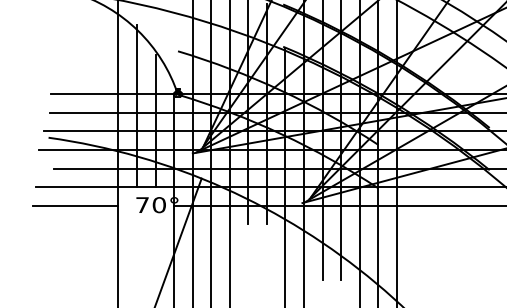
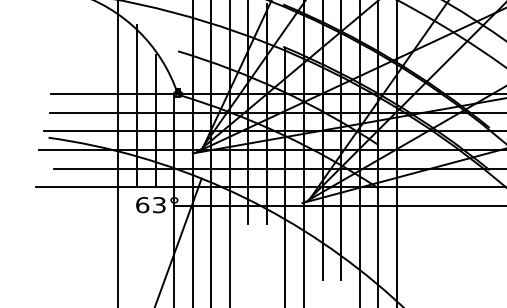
line at (75, 205): present -> none
text at (150, 205): 70° -> 63°
